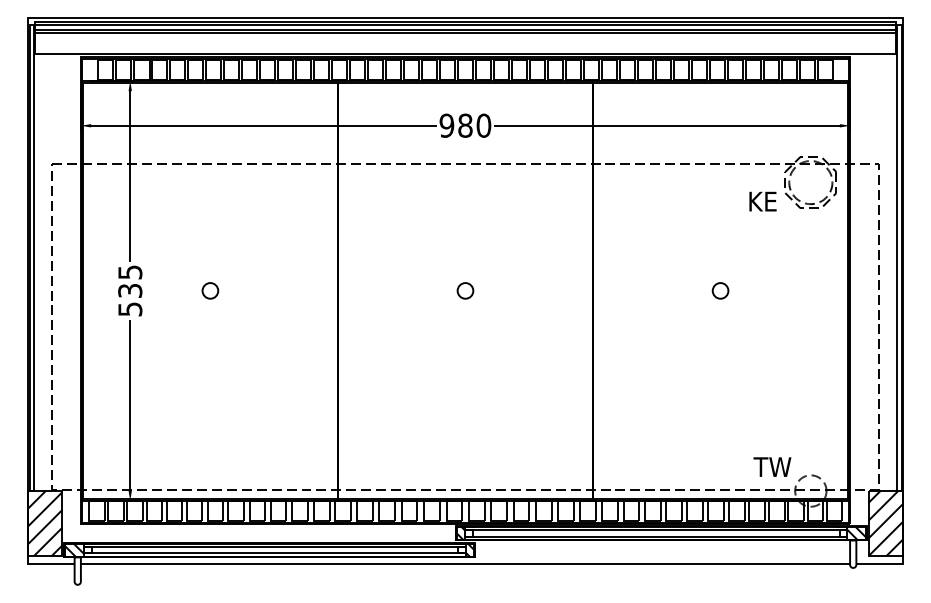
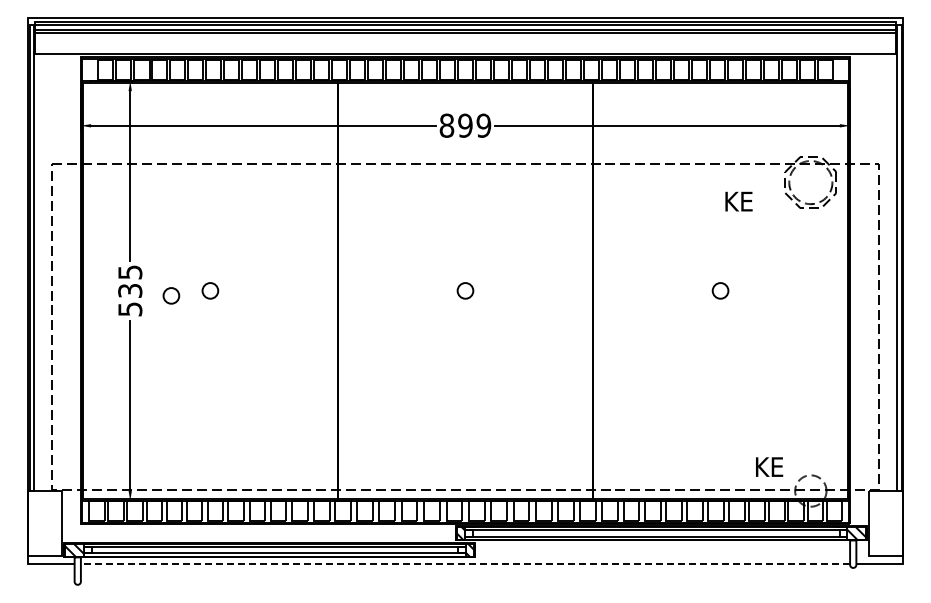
text at (465, 125): 980 -> 899
text at (762, 201) position: (762, 201) -> (738, 201)
circle at (171, 295): none -> present
text at (772, 466): TW -> KE
hatch at (44, 522): present -> none
hatch at (885, 522): present -> none
line at (465, 563): solid -> dashed
